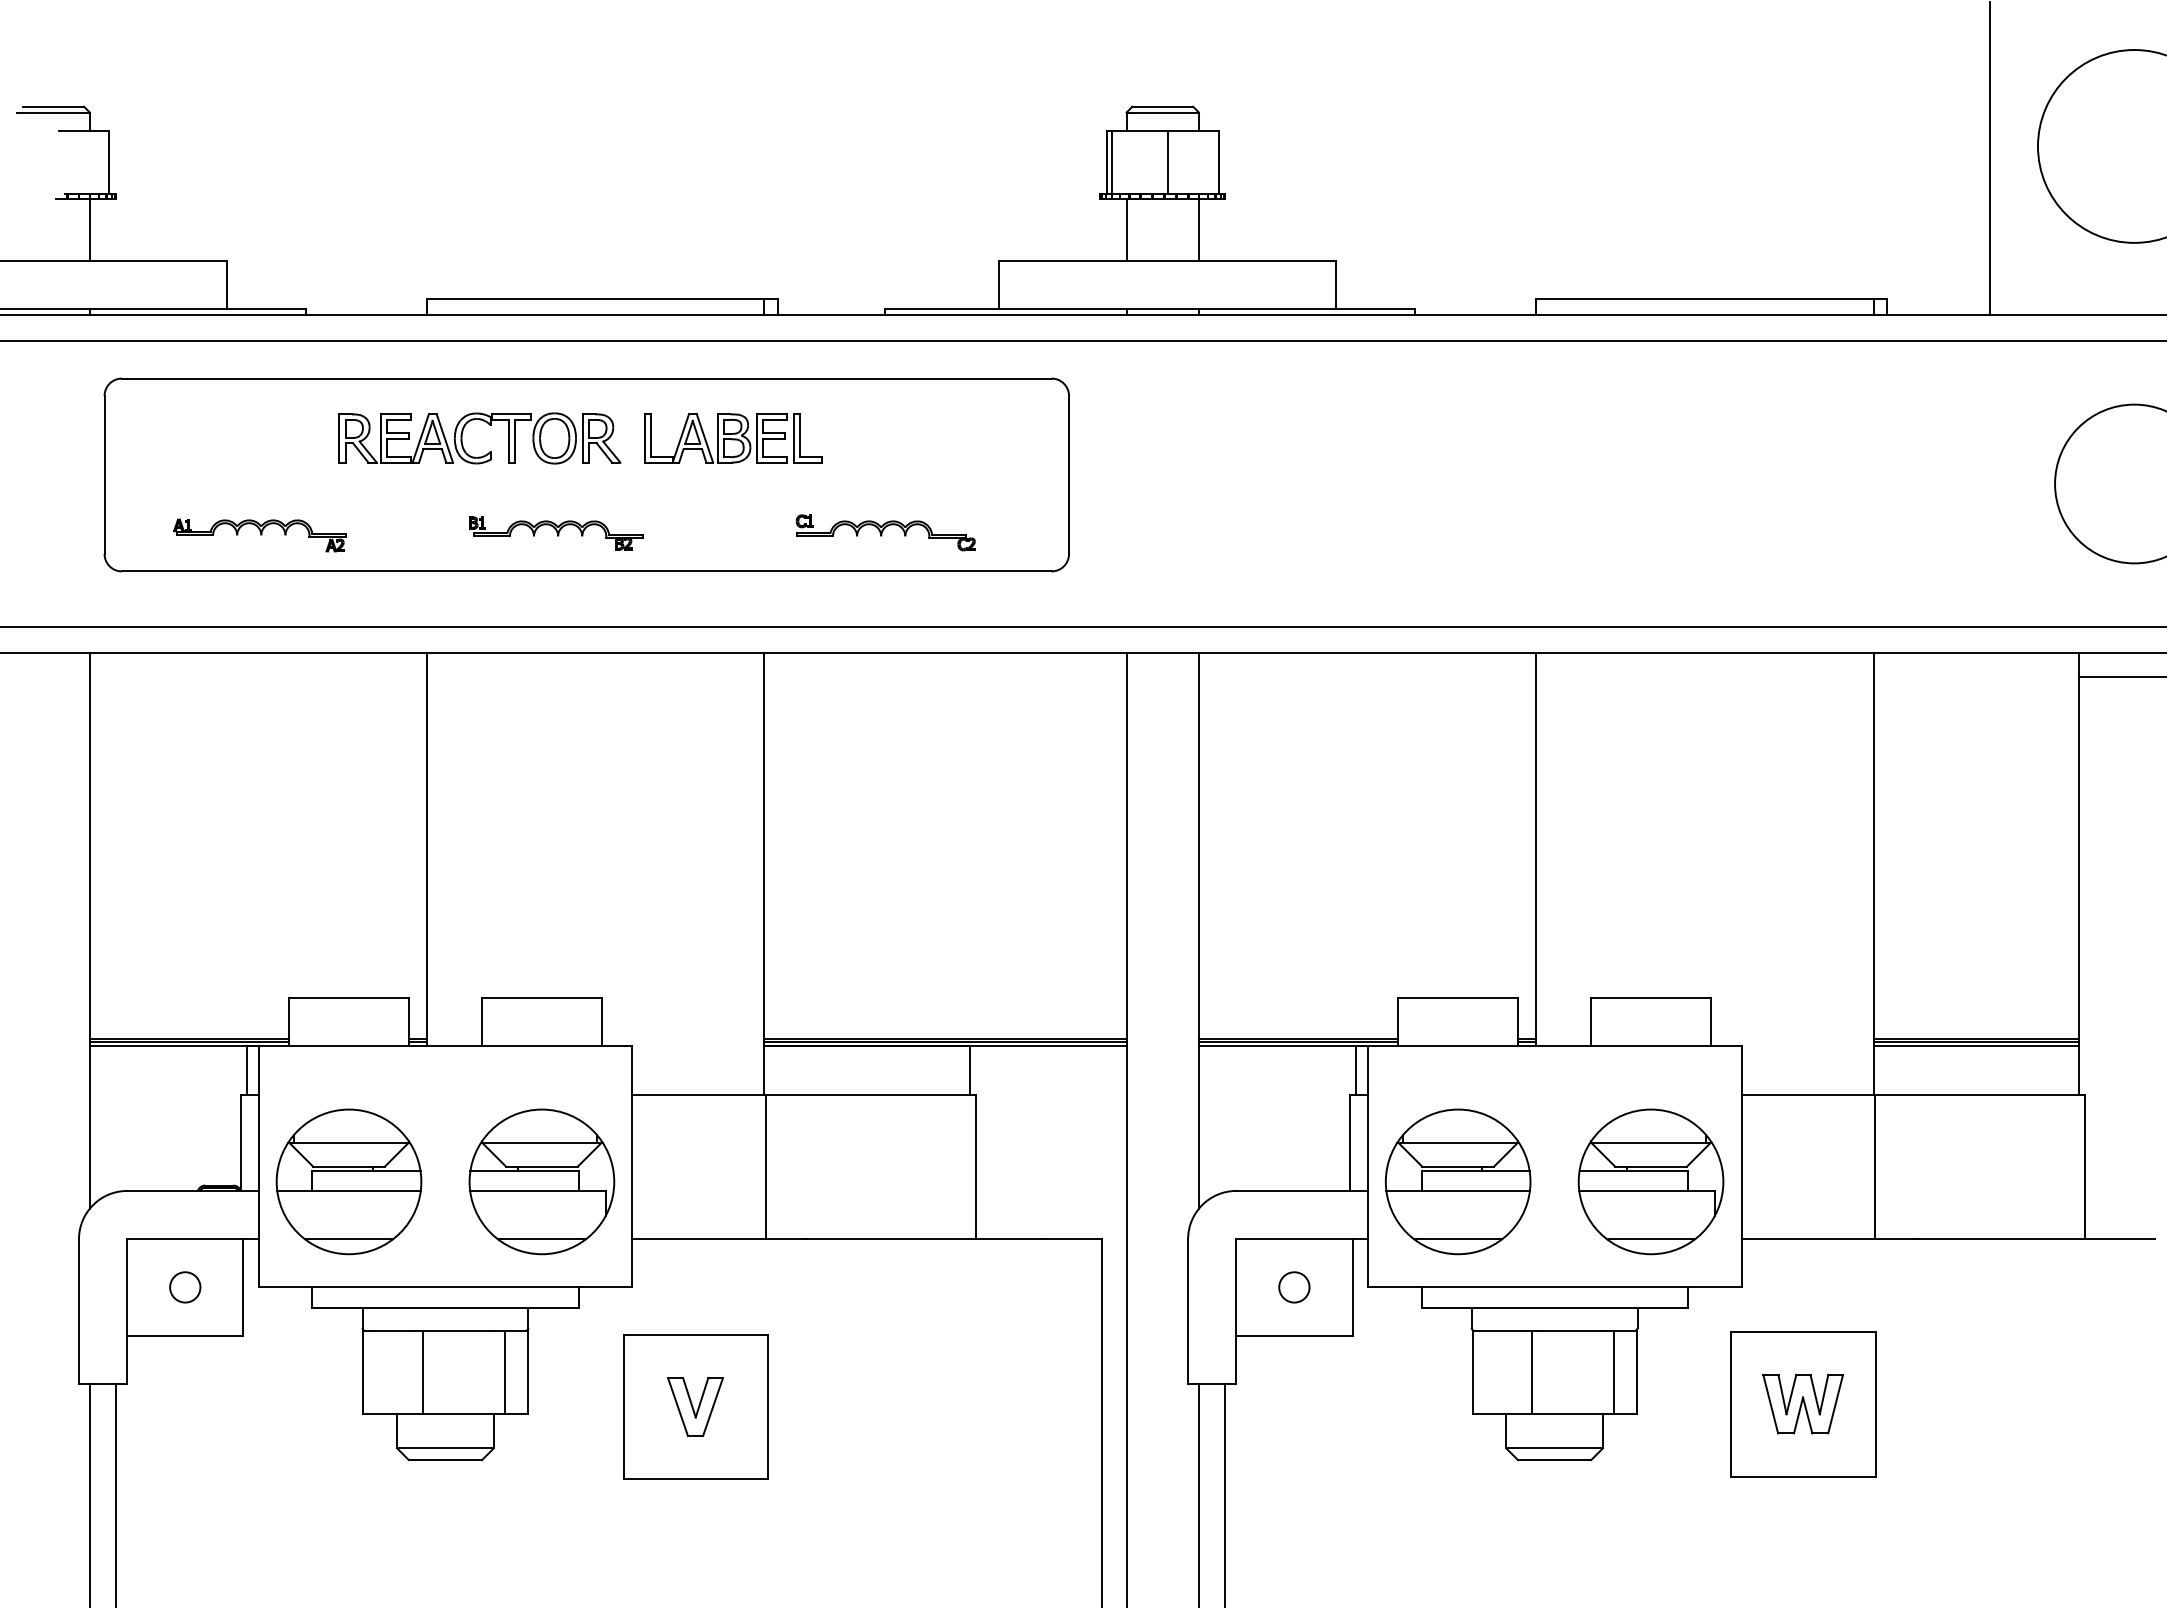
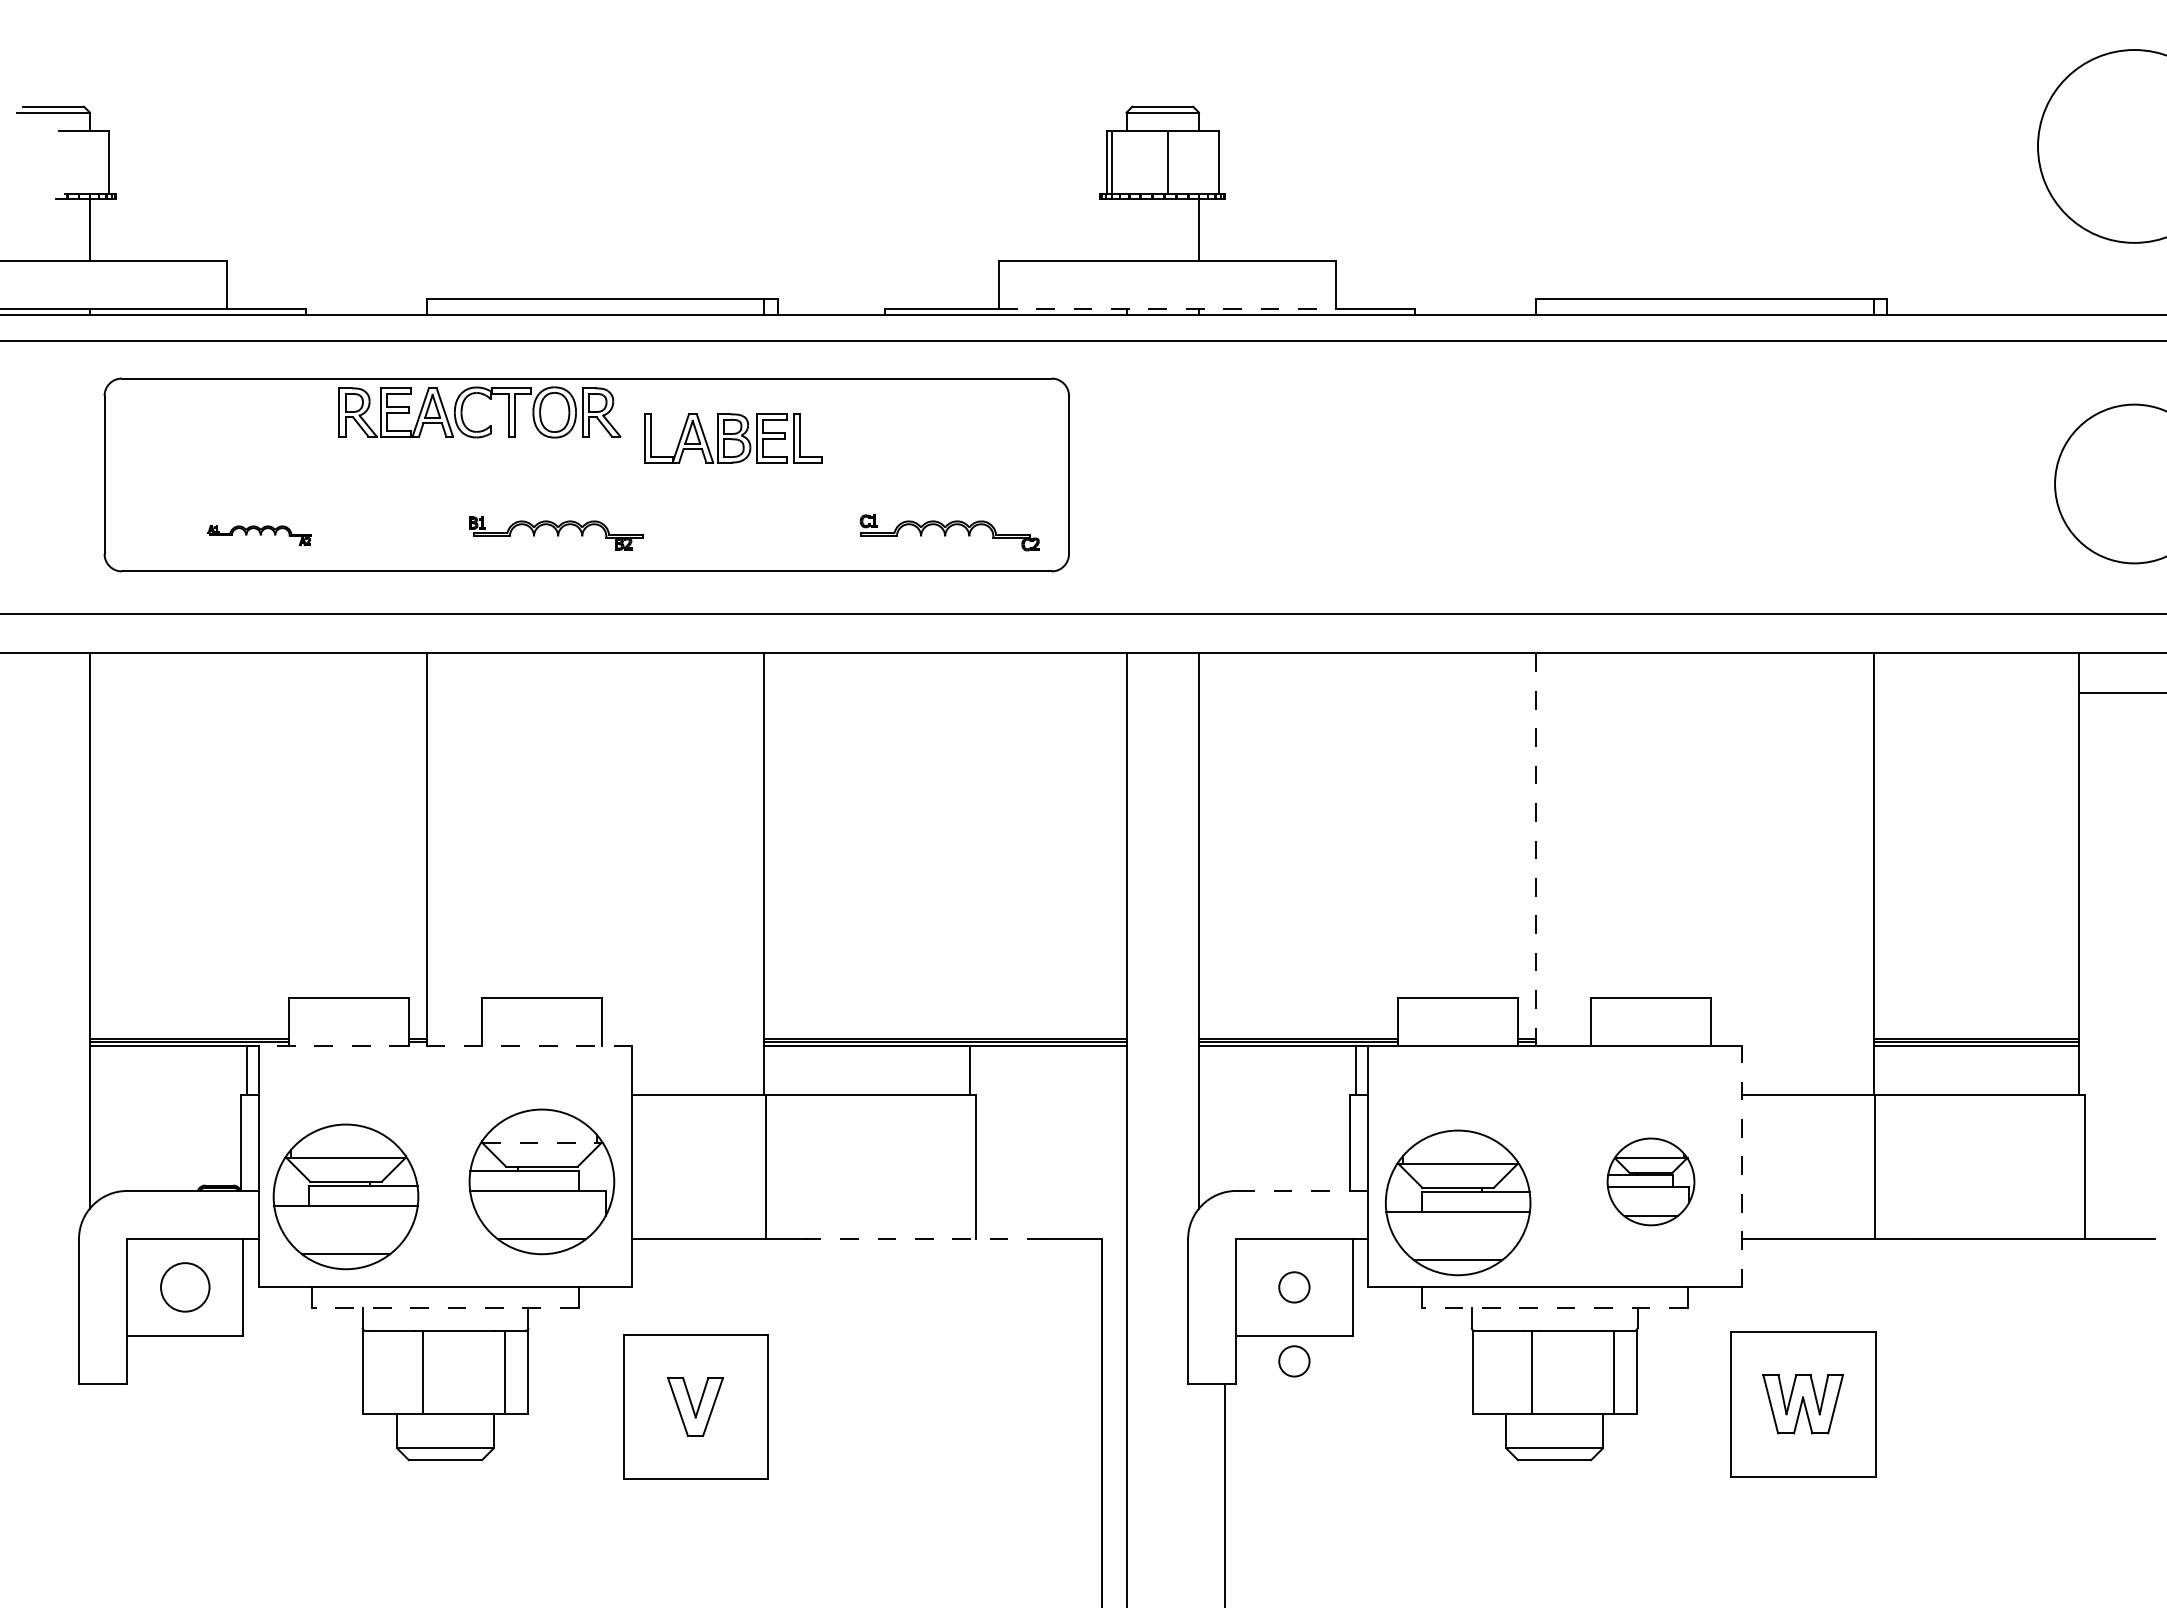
line at (1989, 158): present -> none
line at (1126, 230): present -> none
line at (1167, 309): solid -> dashed
part at (489, 425) position: (489, 425) -> (489, 399)
part at (885, 532) position: (885, 532) -> (949, 532)
part at (259, 535) size: 174x35 px -> 105x21 px
line at (1082, 626) position: (1082, 626) -> (1082, 613)
line at (2121, 676) position: (2121, 676) -> (2121, 692)
line at (1536, 849): solid -> dashed
line at (445, 1046): solid -> dashed
line at (539, 1142): solid -> dashed
line at (1741, 1166): solid -> dashed
part at (348, 1181) position: (348, 1181) -> (345, 1196)
part at (1458, 1181) position: (1458, 1181) -> (1458, 1202)
part at (1650, 1181) size: 148x148 px -> 90x90 px
line at (1302, 1190): solid -> dashed
line at (926, 1239): solid -> dashed
circle at (185, 1287) diameter: 30 px -> 49 px
line at (444, 1307): solid -> dashed
line at (1554, 1307): solid -> dashed
circle at (1294, 1361): none -> present
line at (89, 1493): present -> none
line at (115, 1493): present -> none
line at (1198, 1493): present -> none
